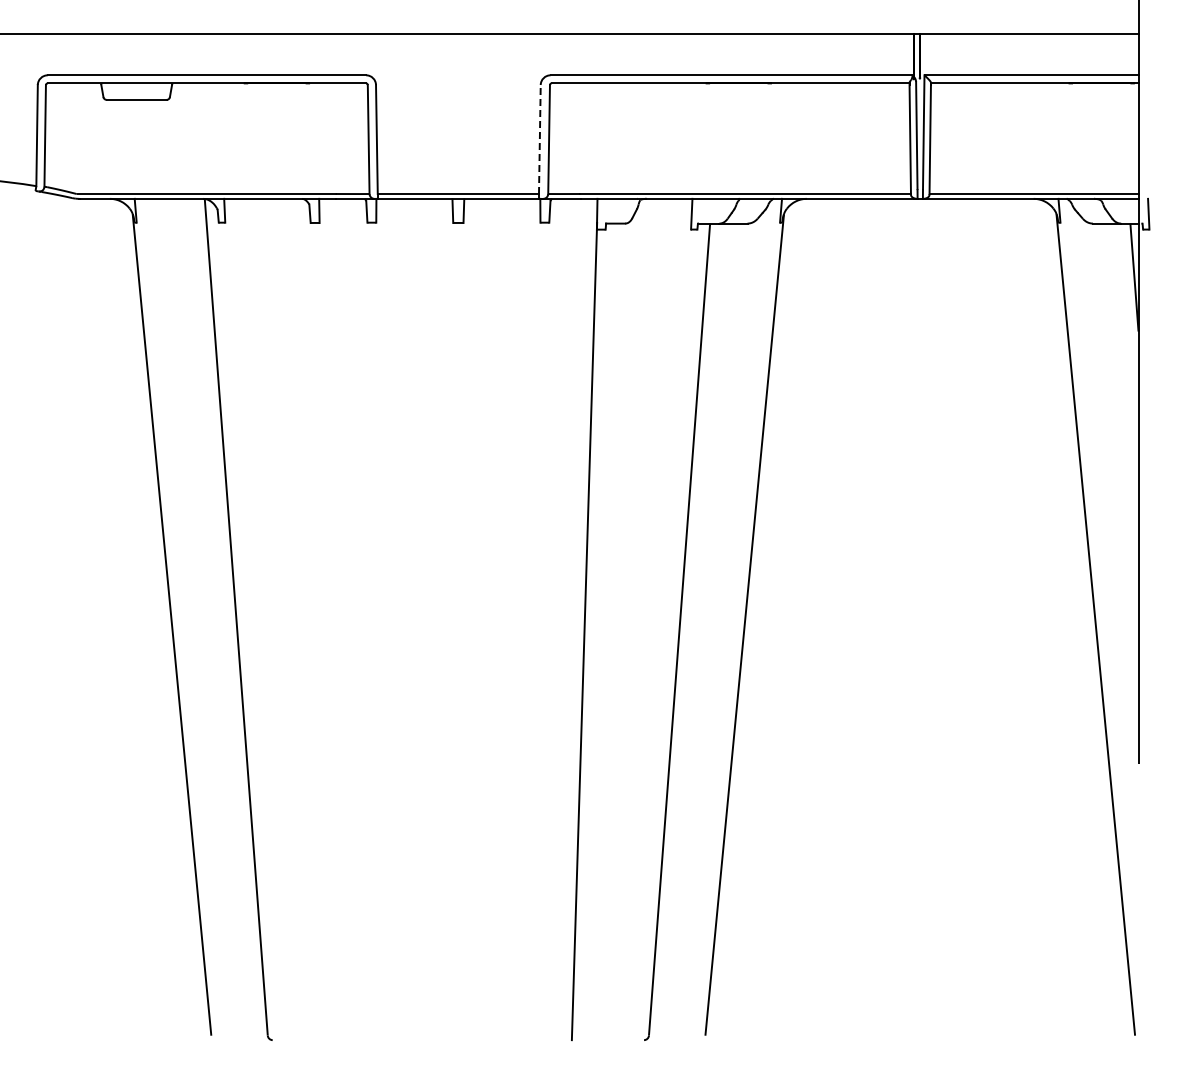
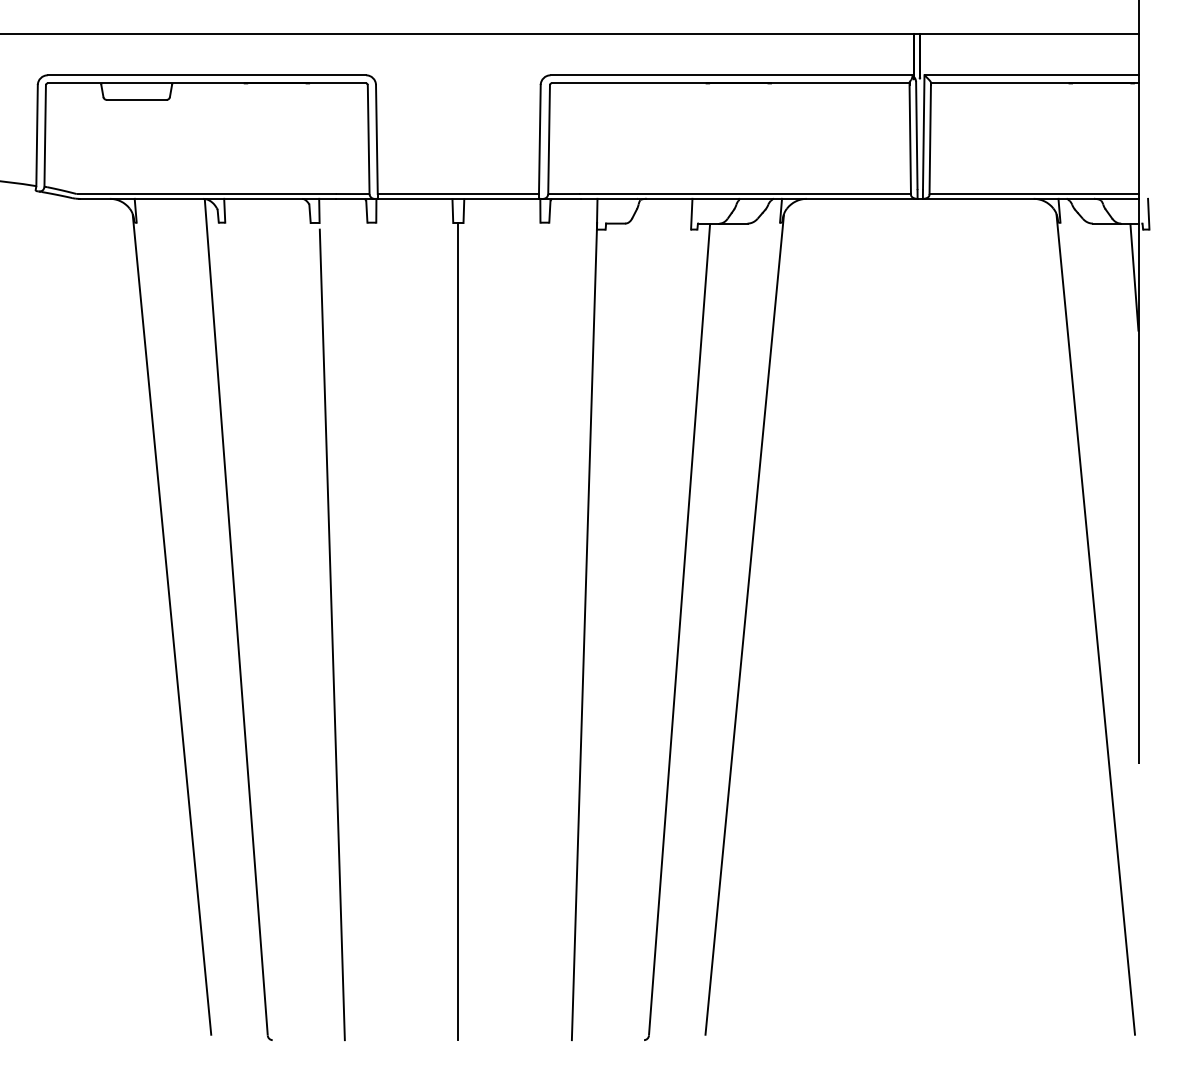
line at (539, 139): dashed -> solid
line at (458, 631): none -> present
line at (331, 634): none -> present
